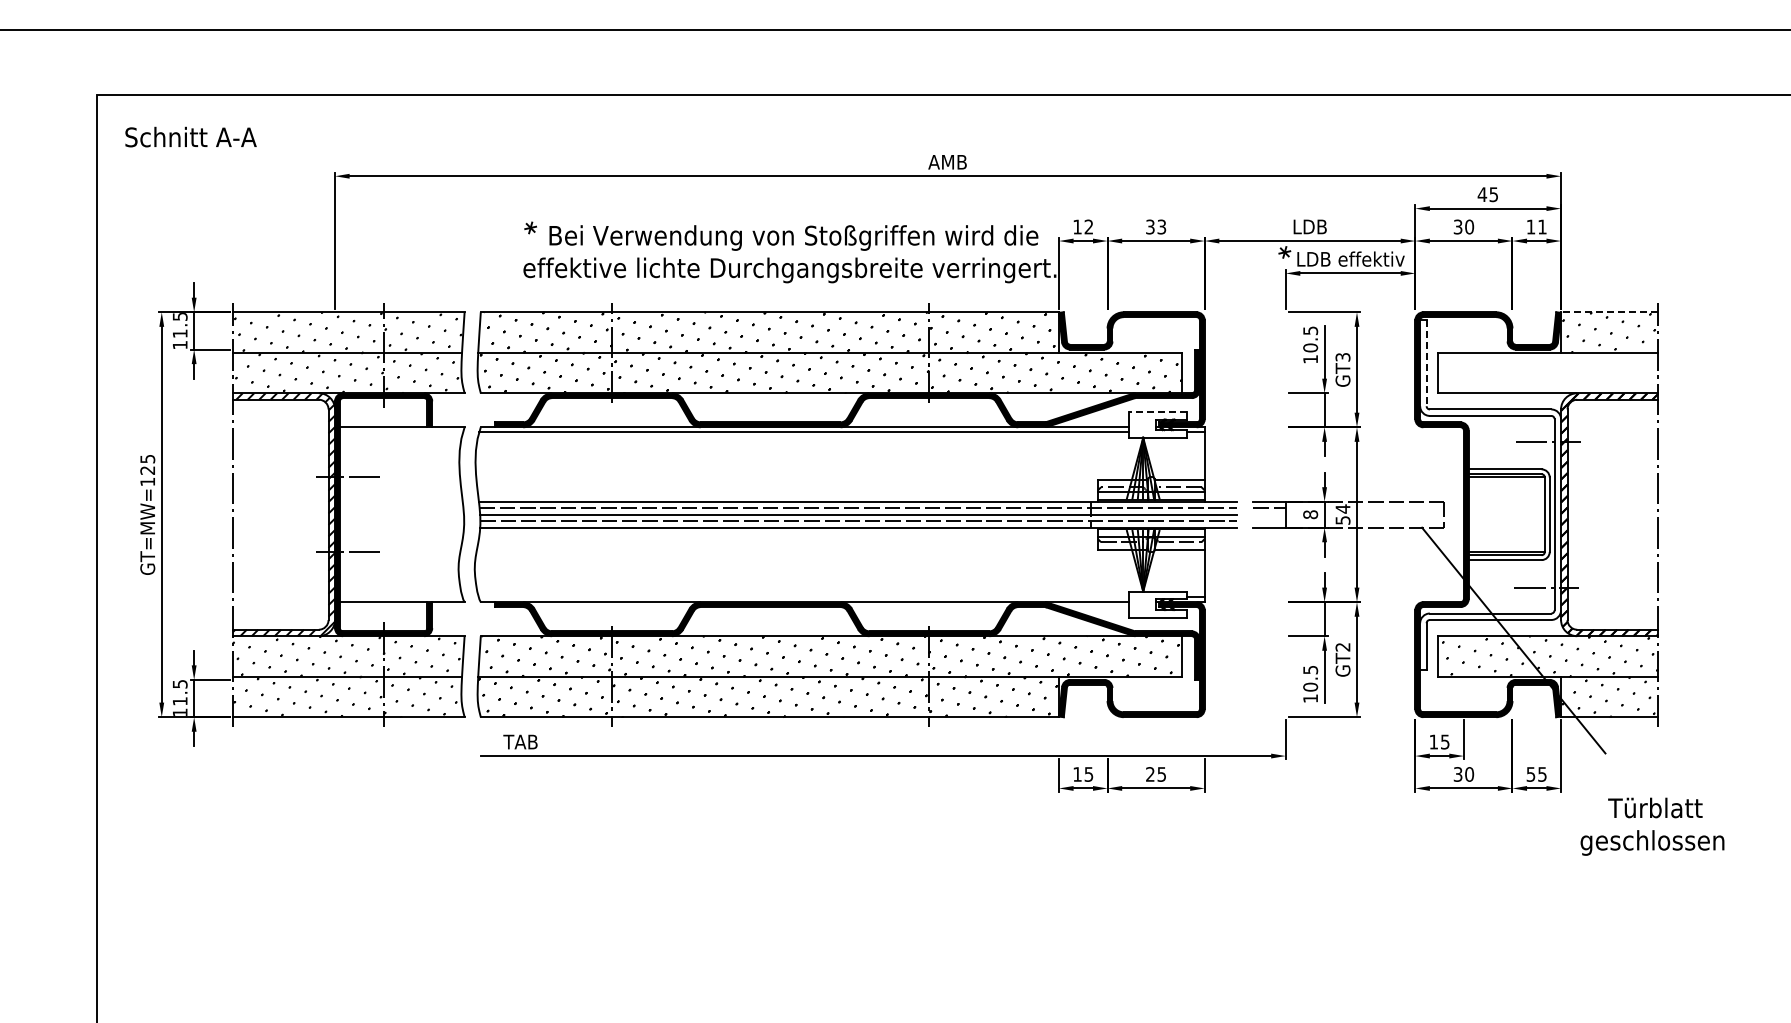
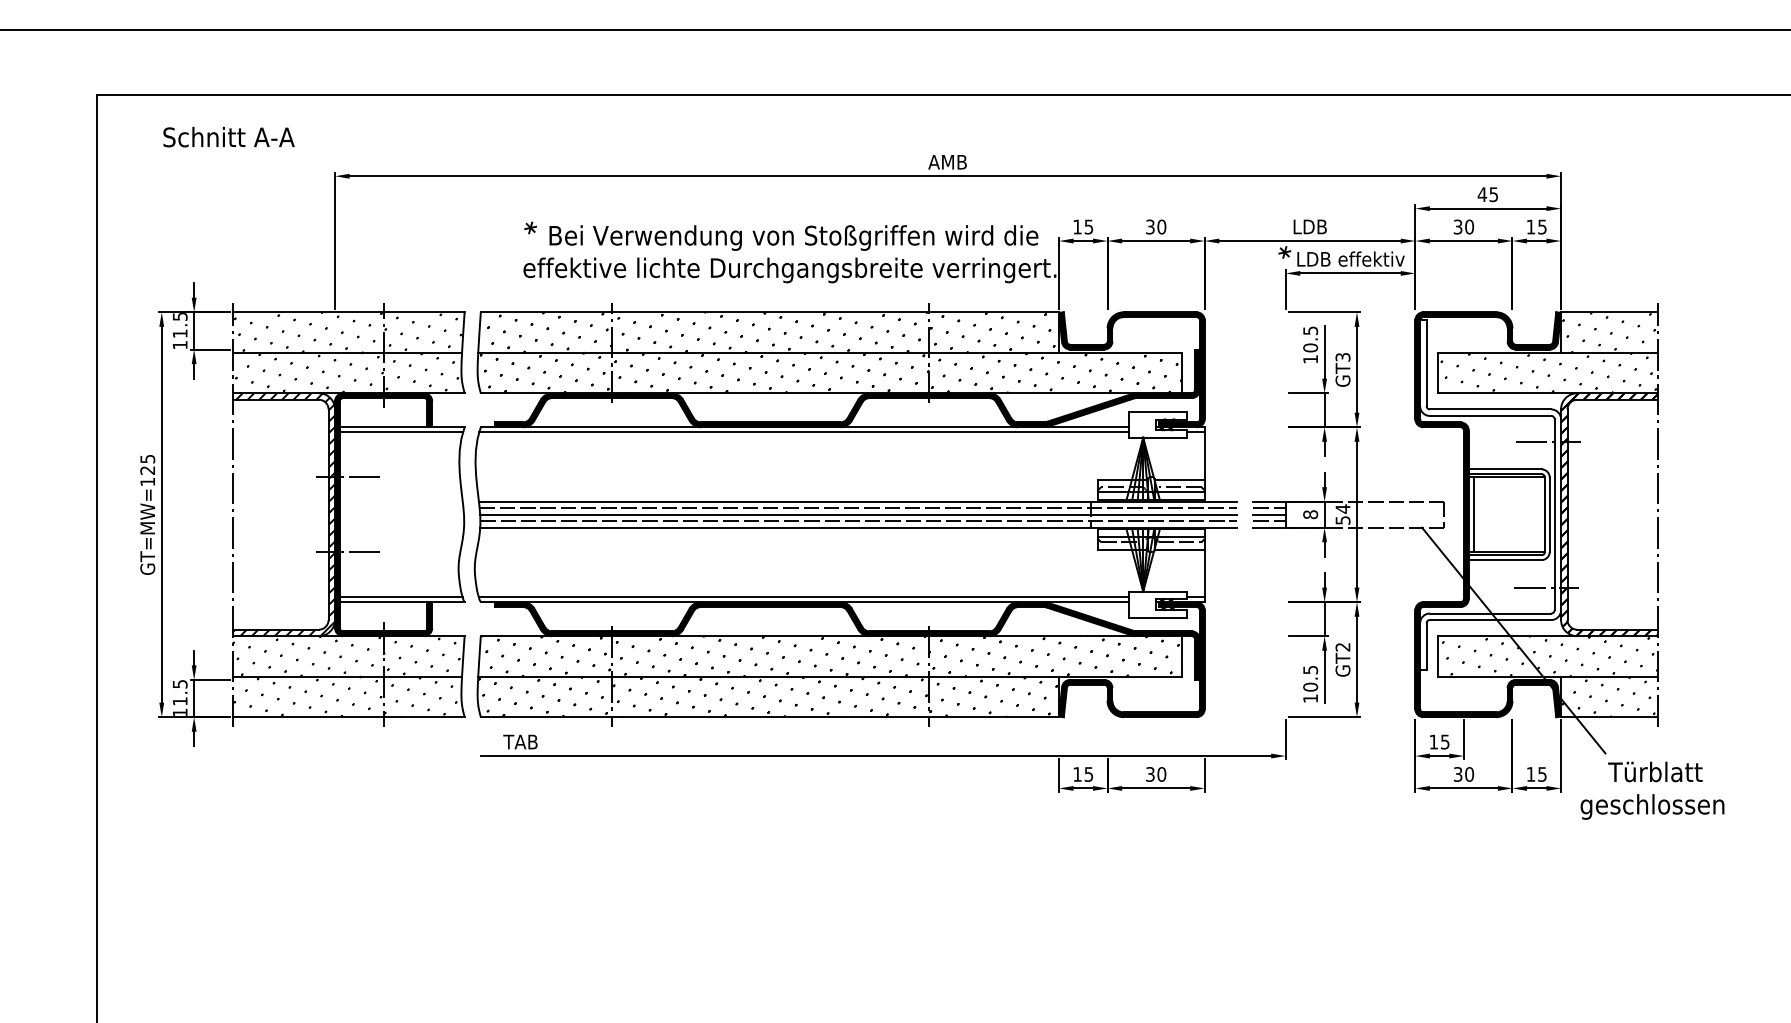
text at (190, 136) position: (190, 136) -> (228, 136)
text at (1088, 226): 12 -> 15
text at (1161, 226): 33 -> 30
text at (1542, 226): 11 -> 15
line at (1609, 312): dashed -> solid
line at (1426, 363): dashed -> solid
hatch at (1548, 372): none -> present
line at (1157, 411): dashed -> solid
line at (401, 432): none -> present
line at (1269, 514): none -> present
line at (1473, 514): none -> present
line at (1269, 521): none -> present
line at (400, 597): none -> present
line at (803, 597): none -> present
text at (1156, 774): 25 -> 30
text at (1530, 774): 55 -> 15
text at (1652, 826) position: (1652, 826) -> (1652, 790)
